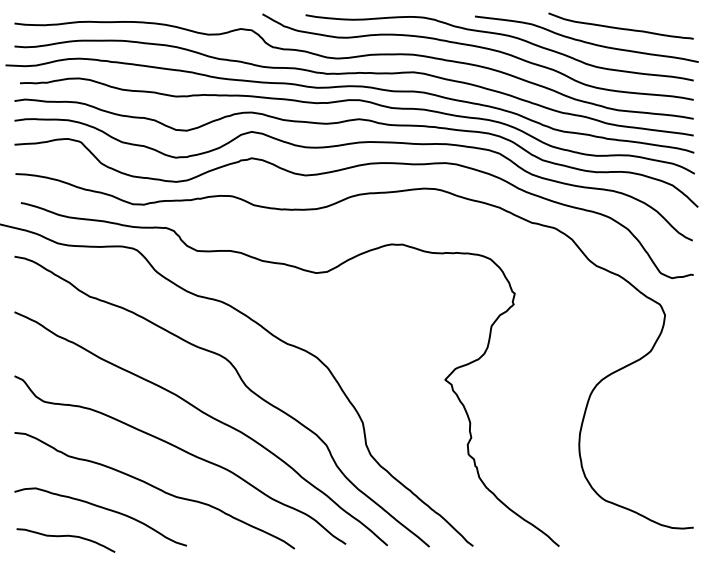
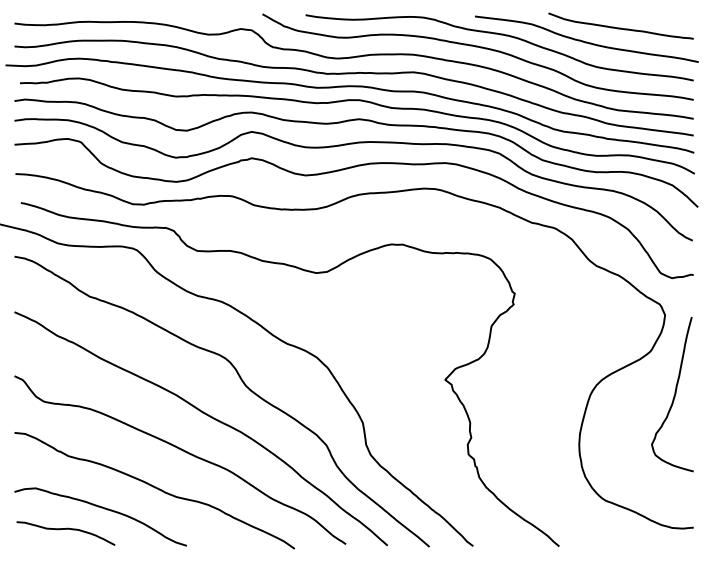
curve at (673, 395): none -> present
curve at (65, 536) position: (65, 536) -> (65, 529)
